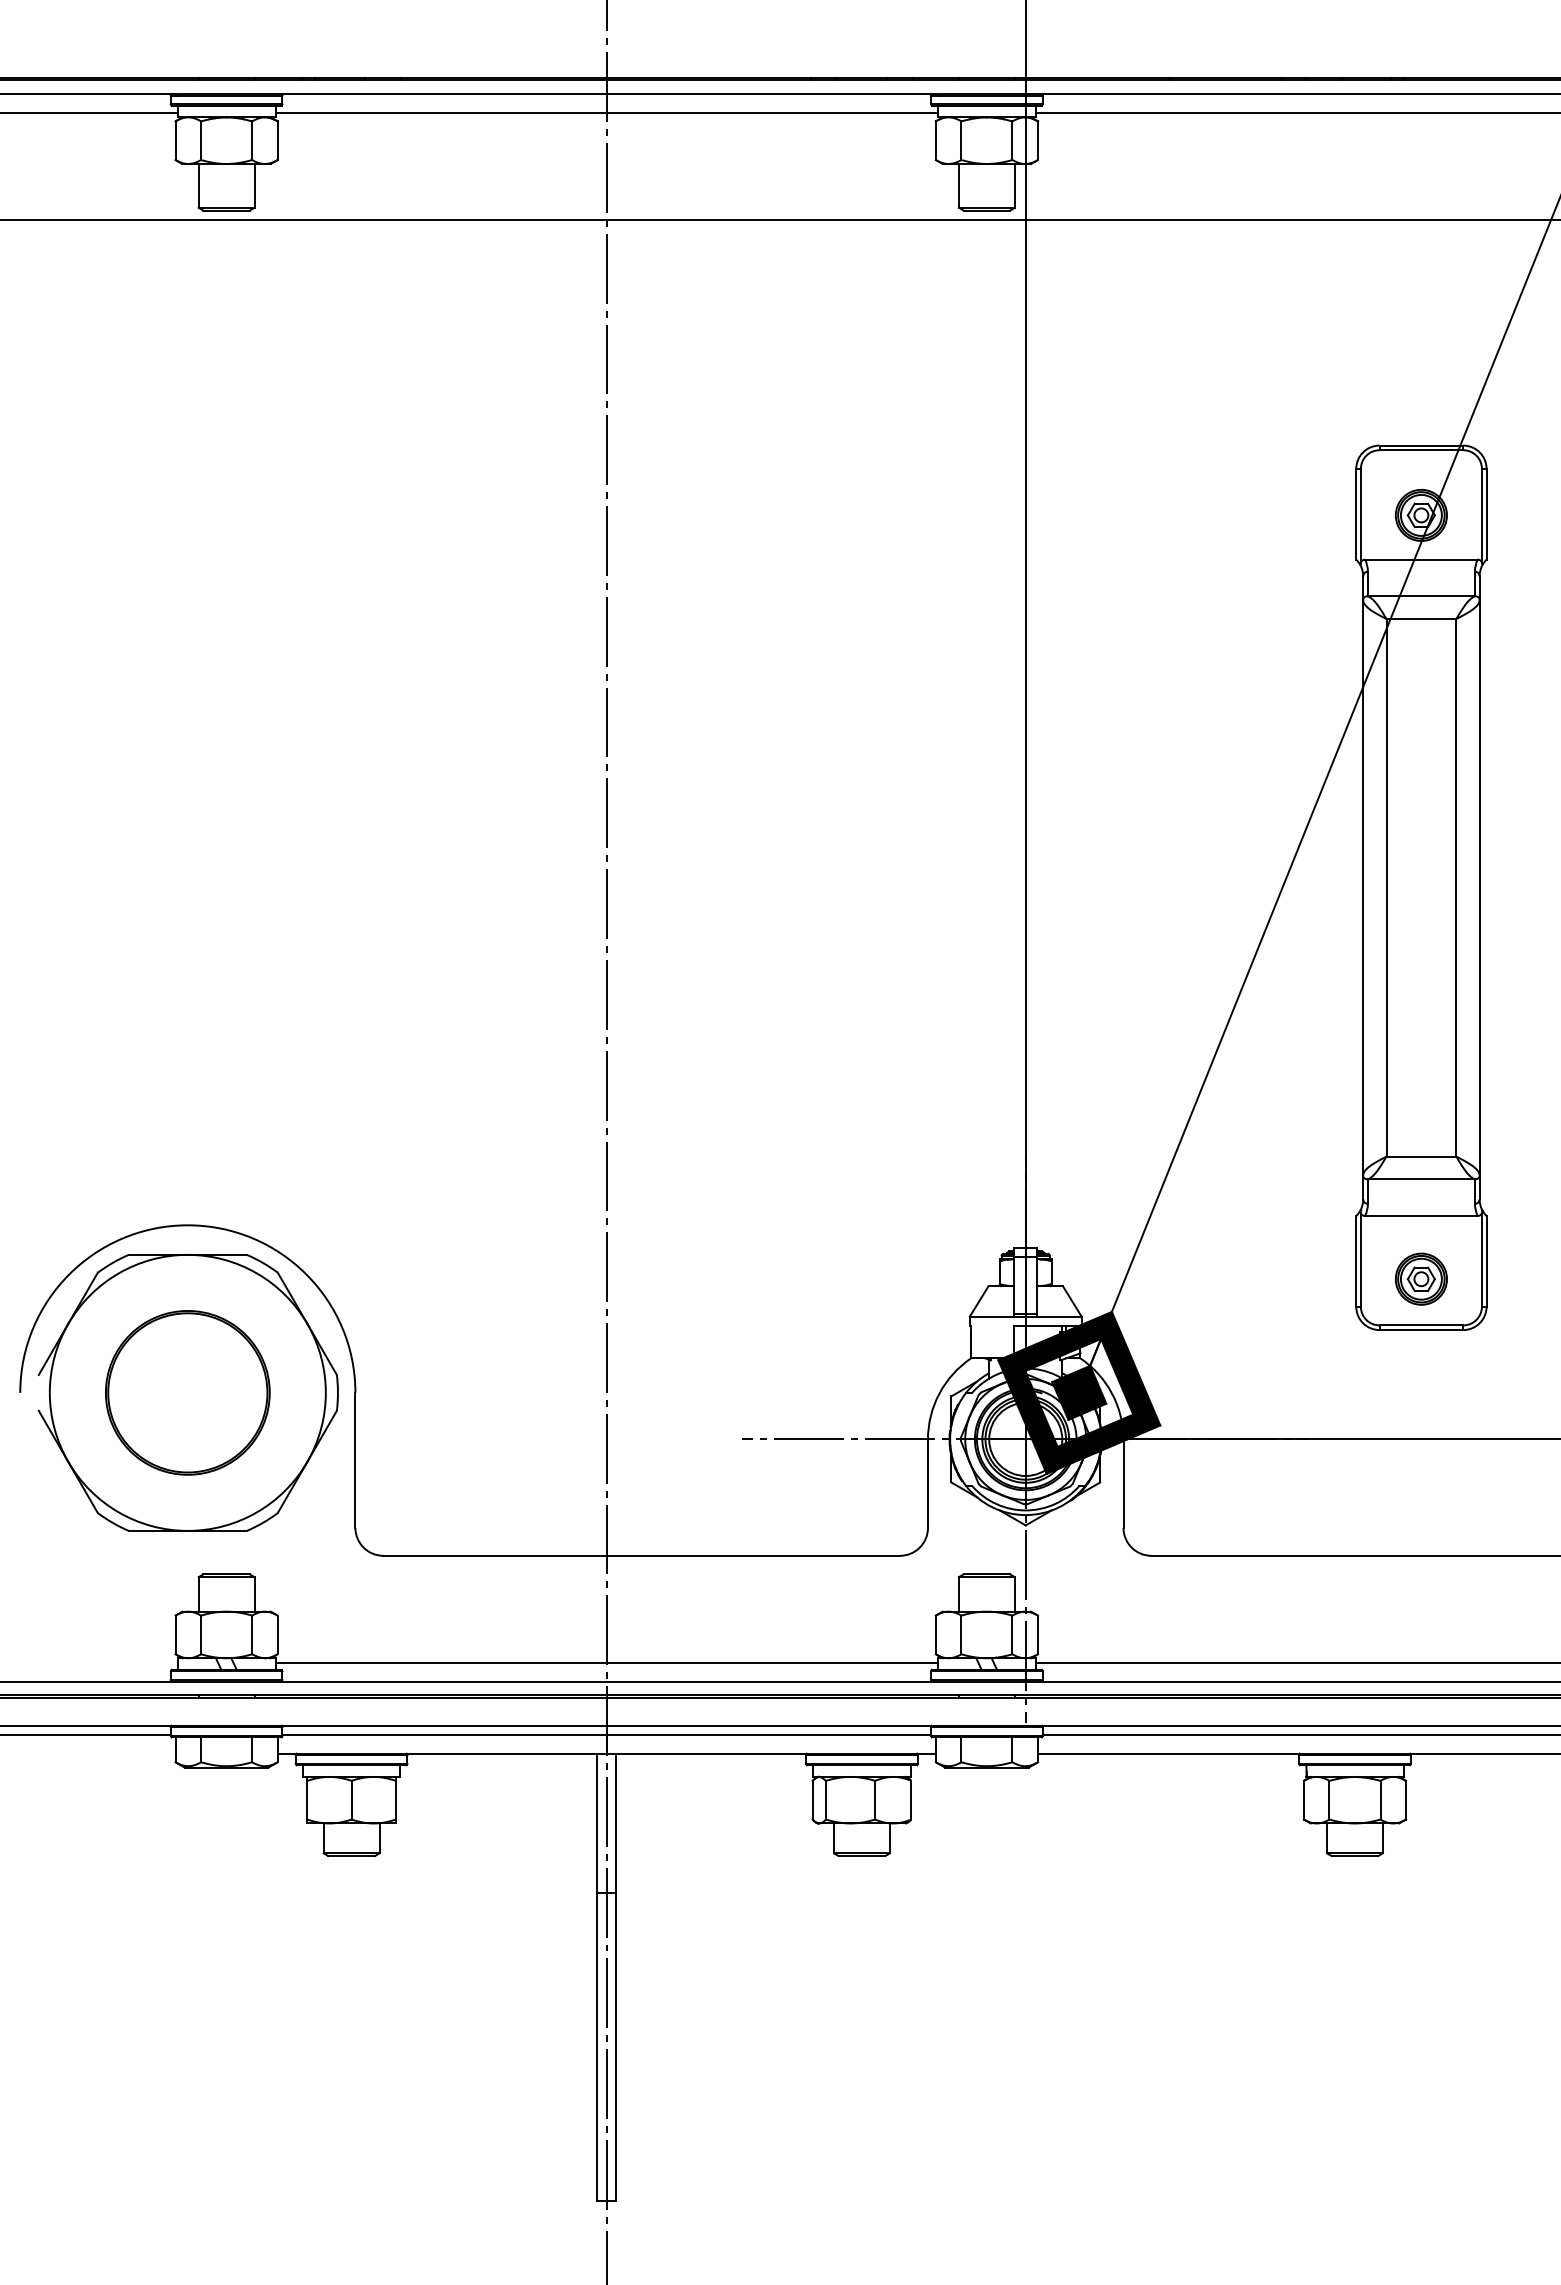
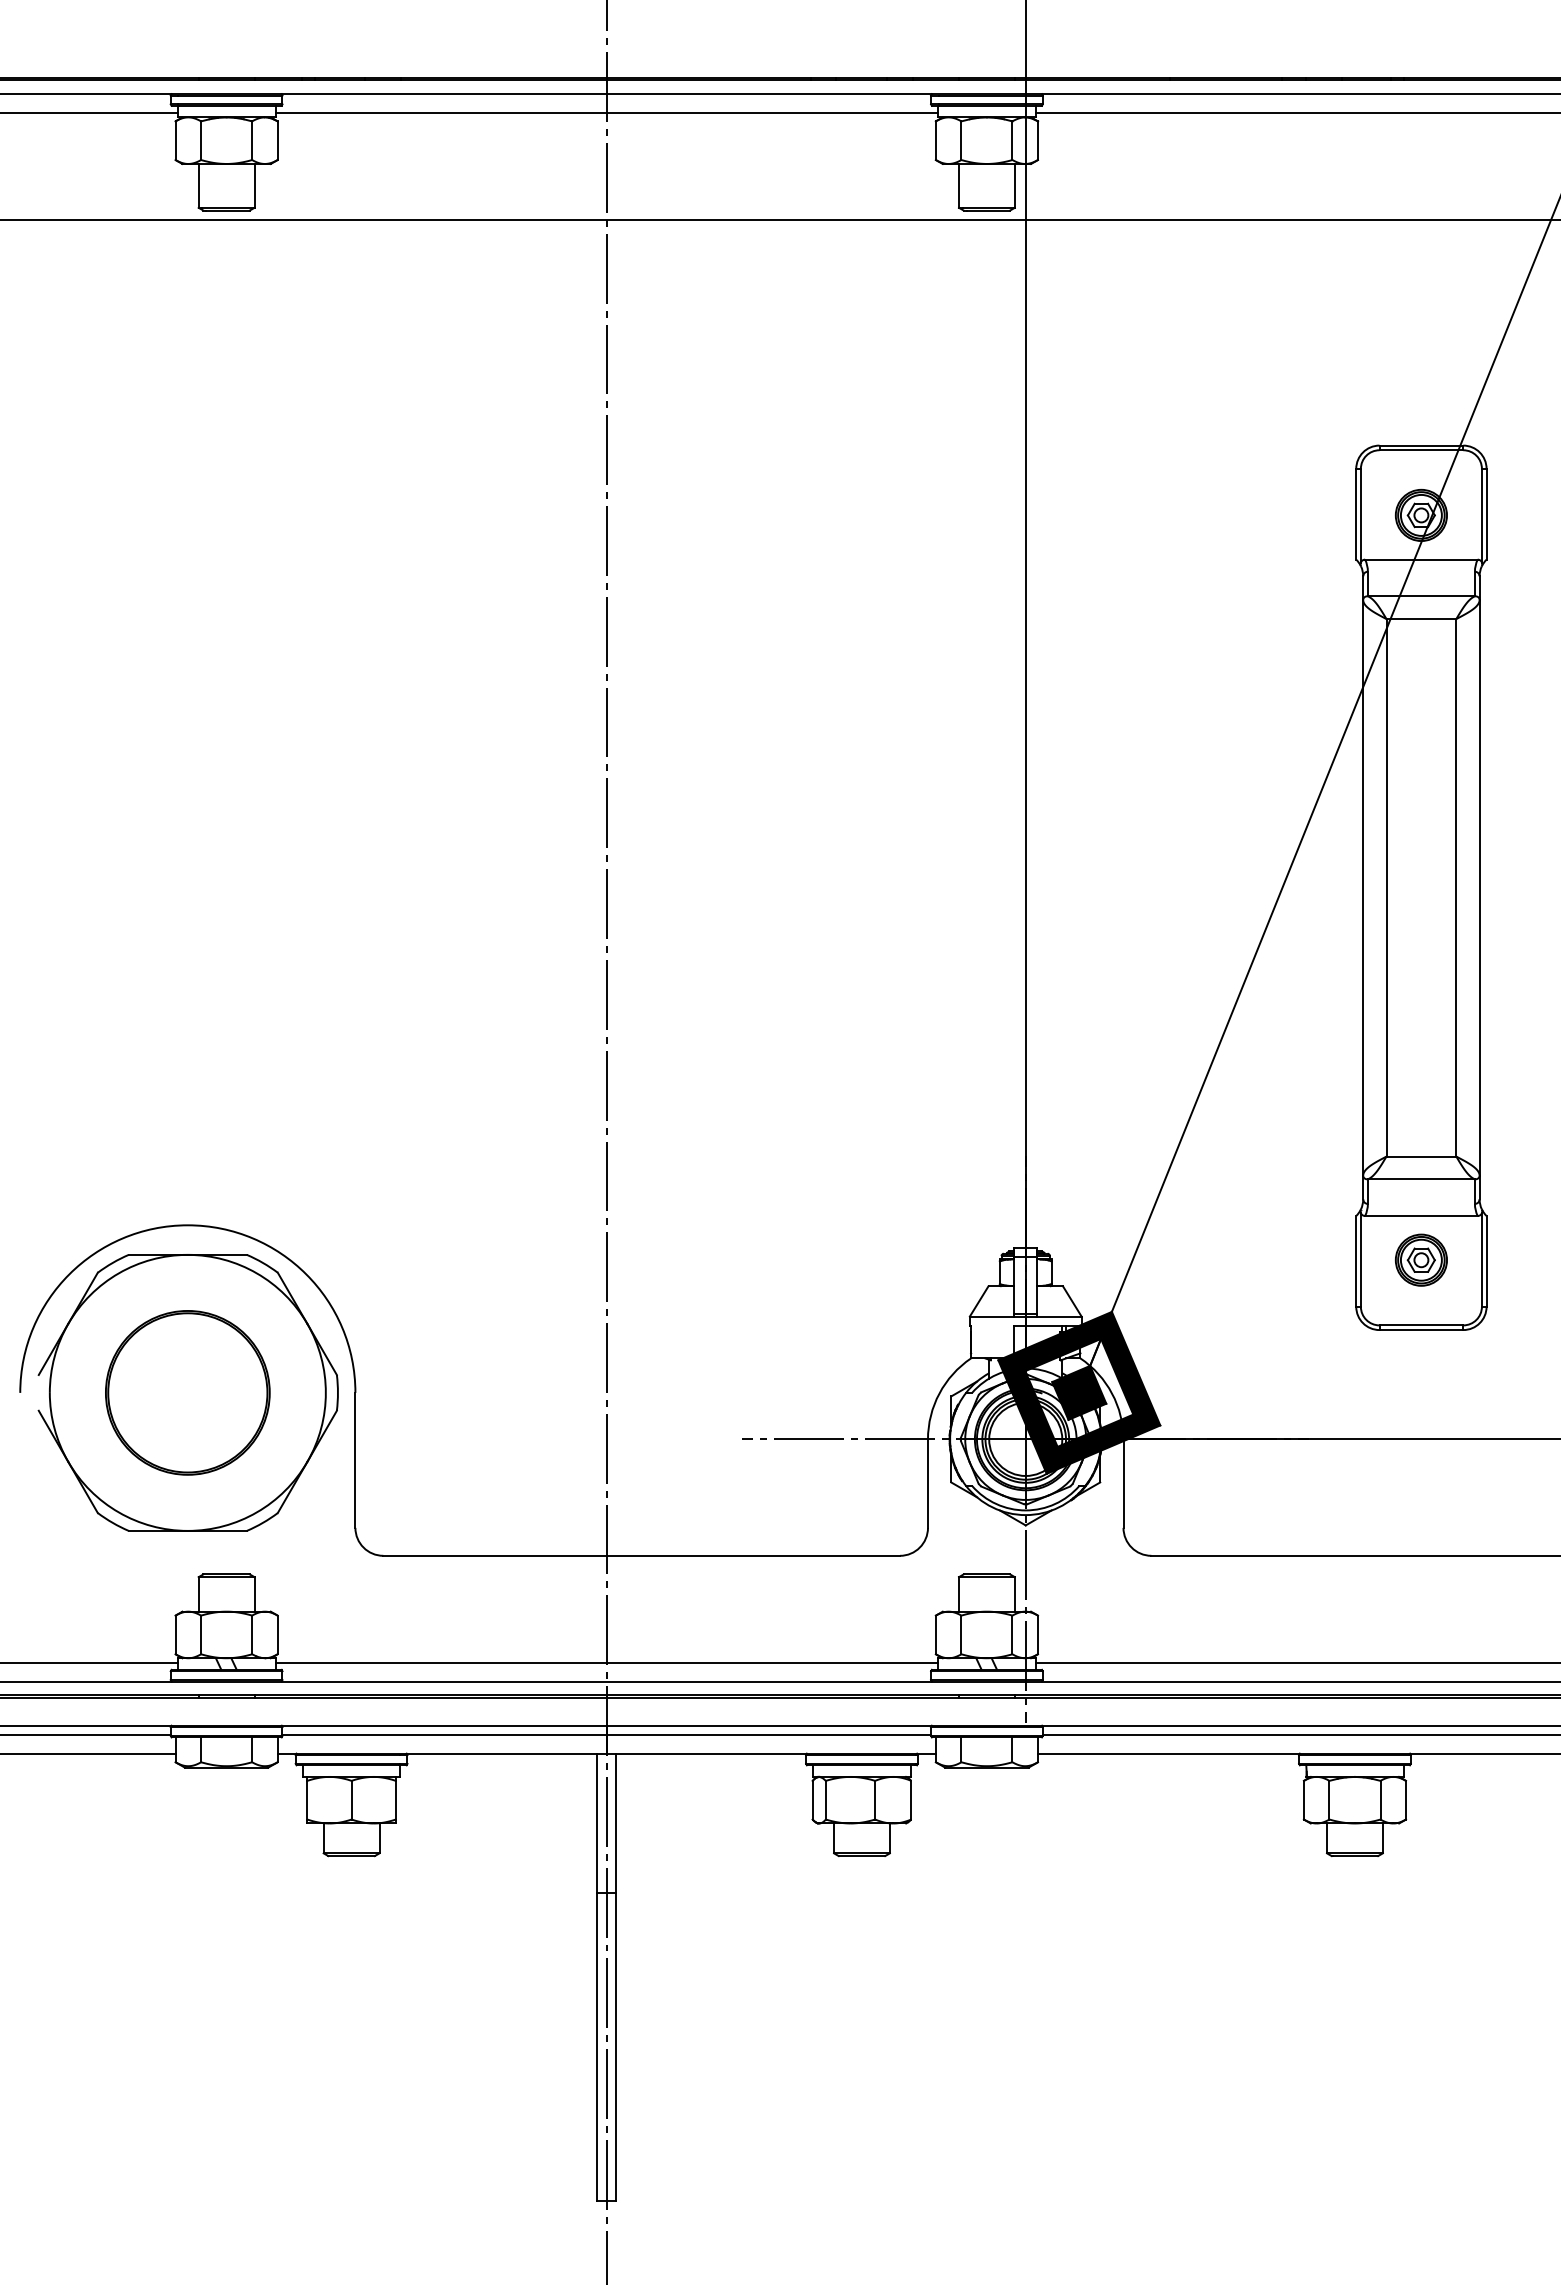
part at (1420, 1278) position: (1420, 1278) -> (1420, 1259)
line at (89, 1662): none -> present
line at (88, 1753): none -> present
